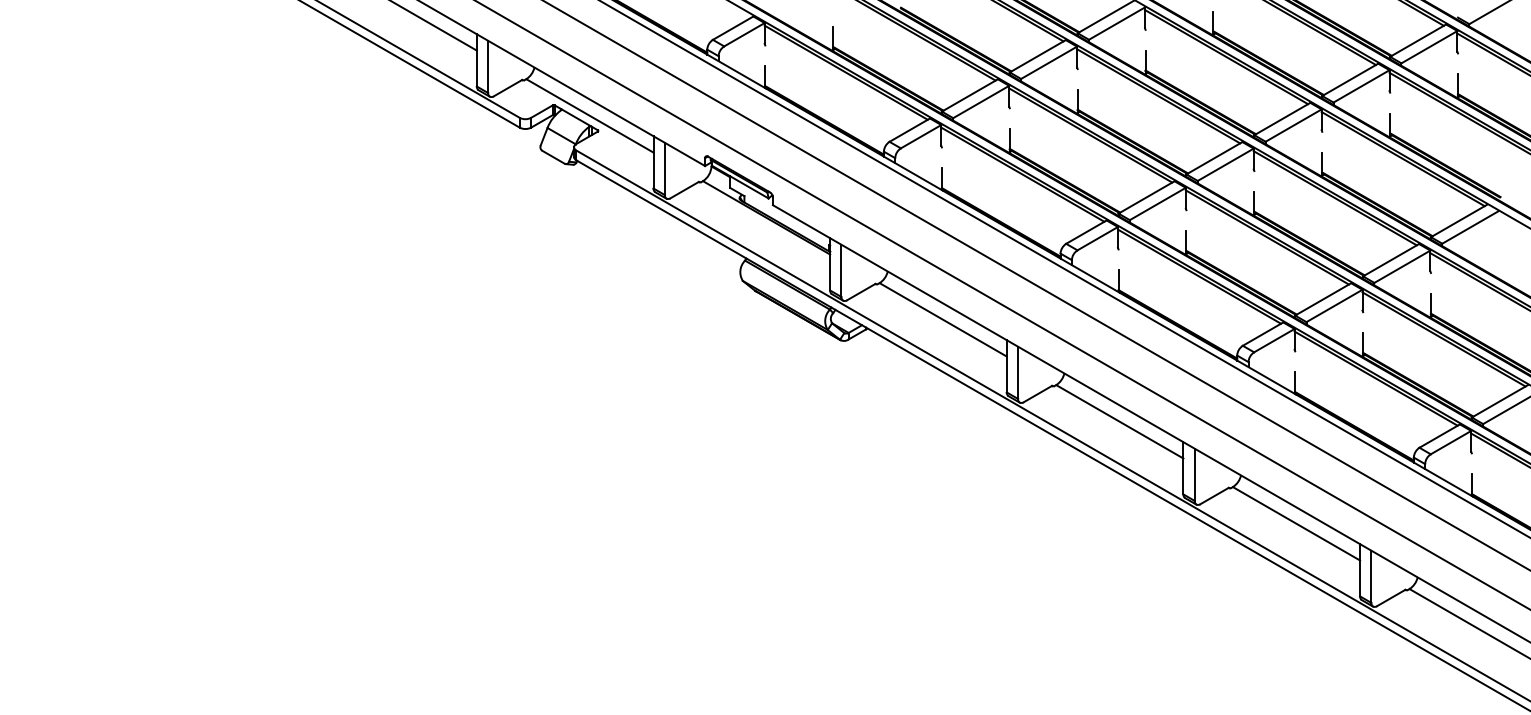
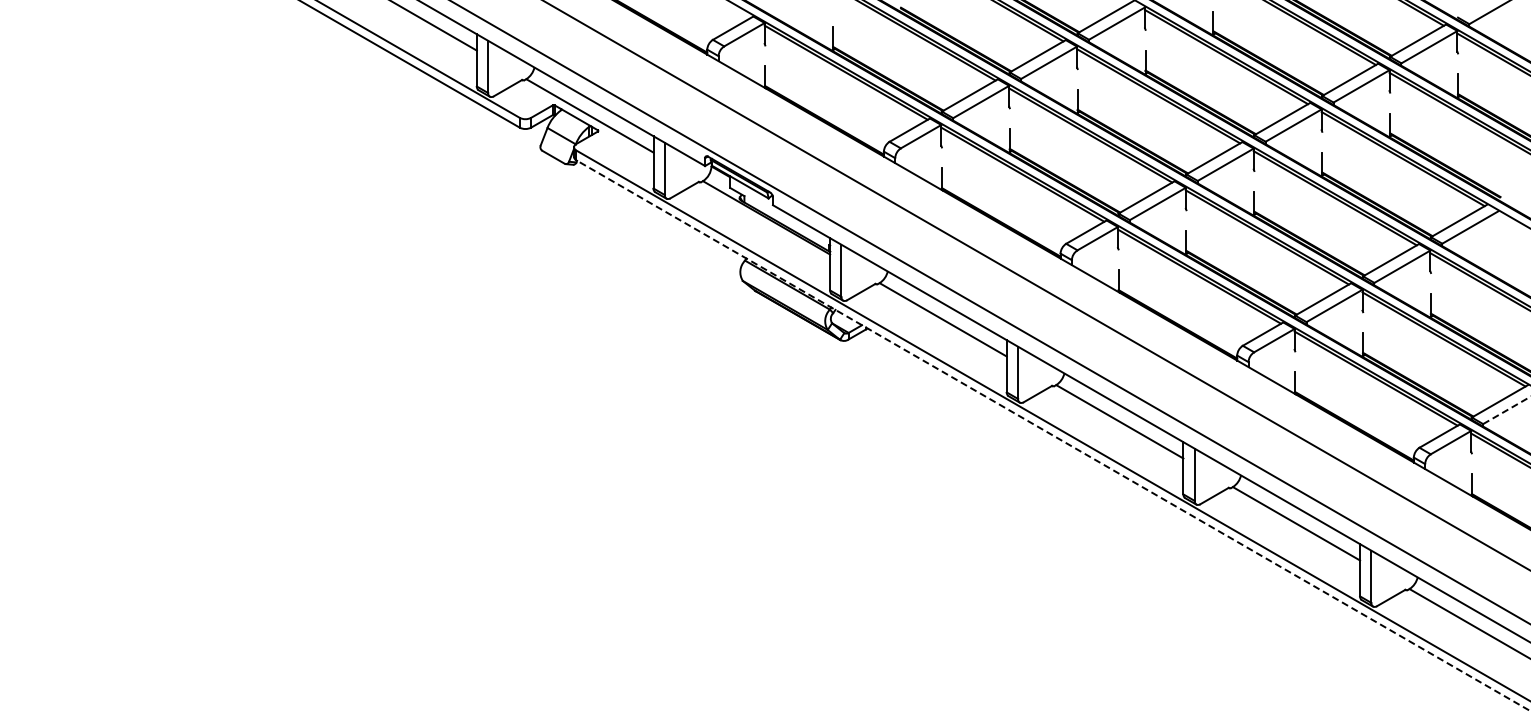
line at (1064, 269): present -> none
line at (1002, 305) position: (1002, 305) -> (989, 312)
line at (1507, 410): solid -> dashed
line at (1053, 435): solid -> dashed
